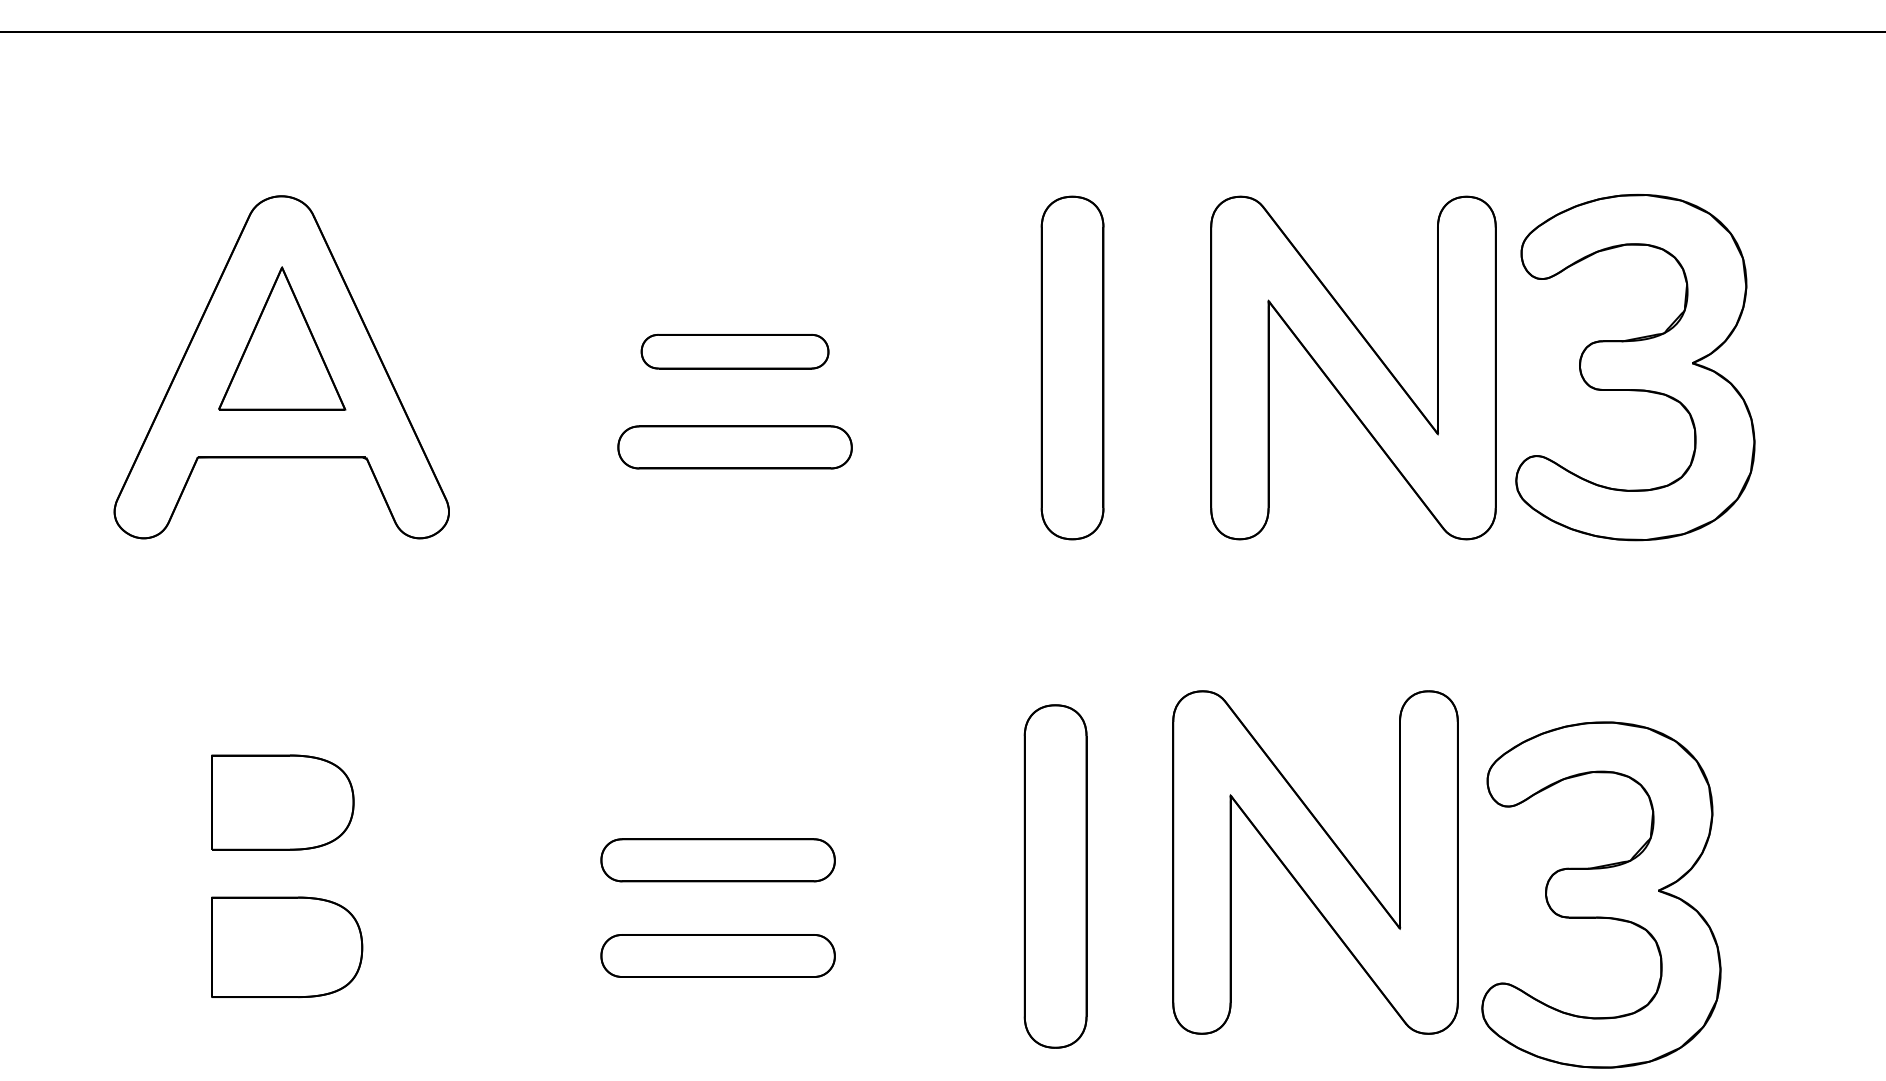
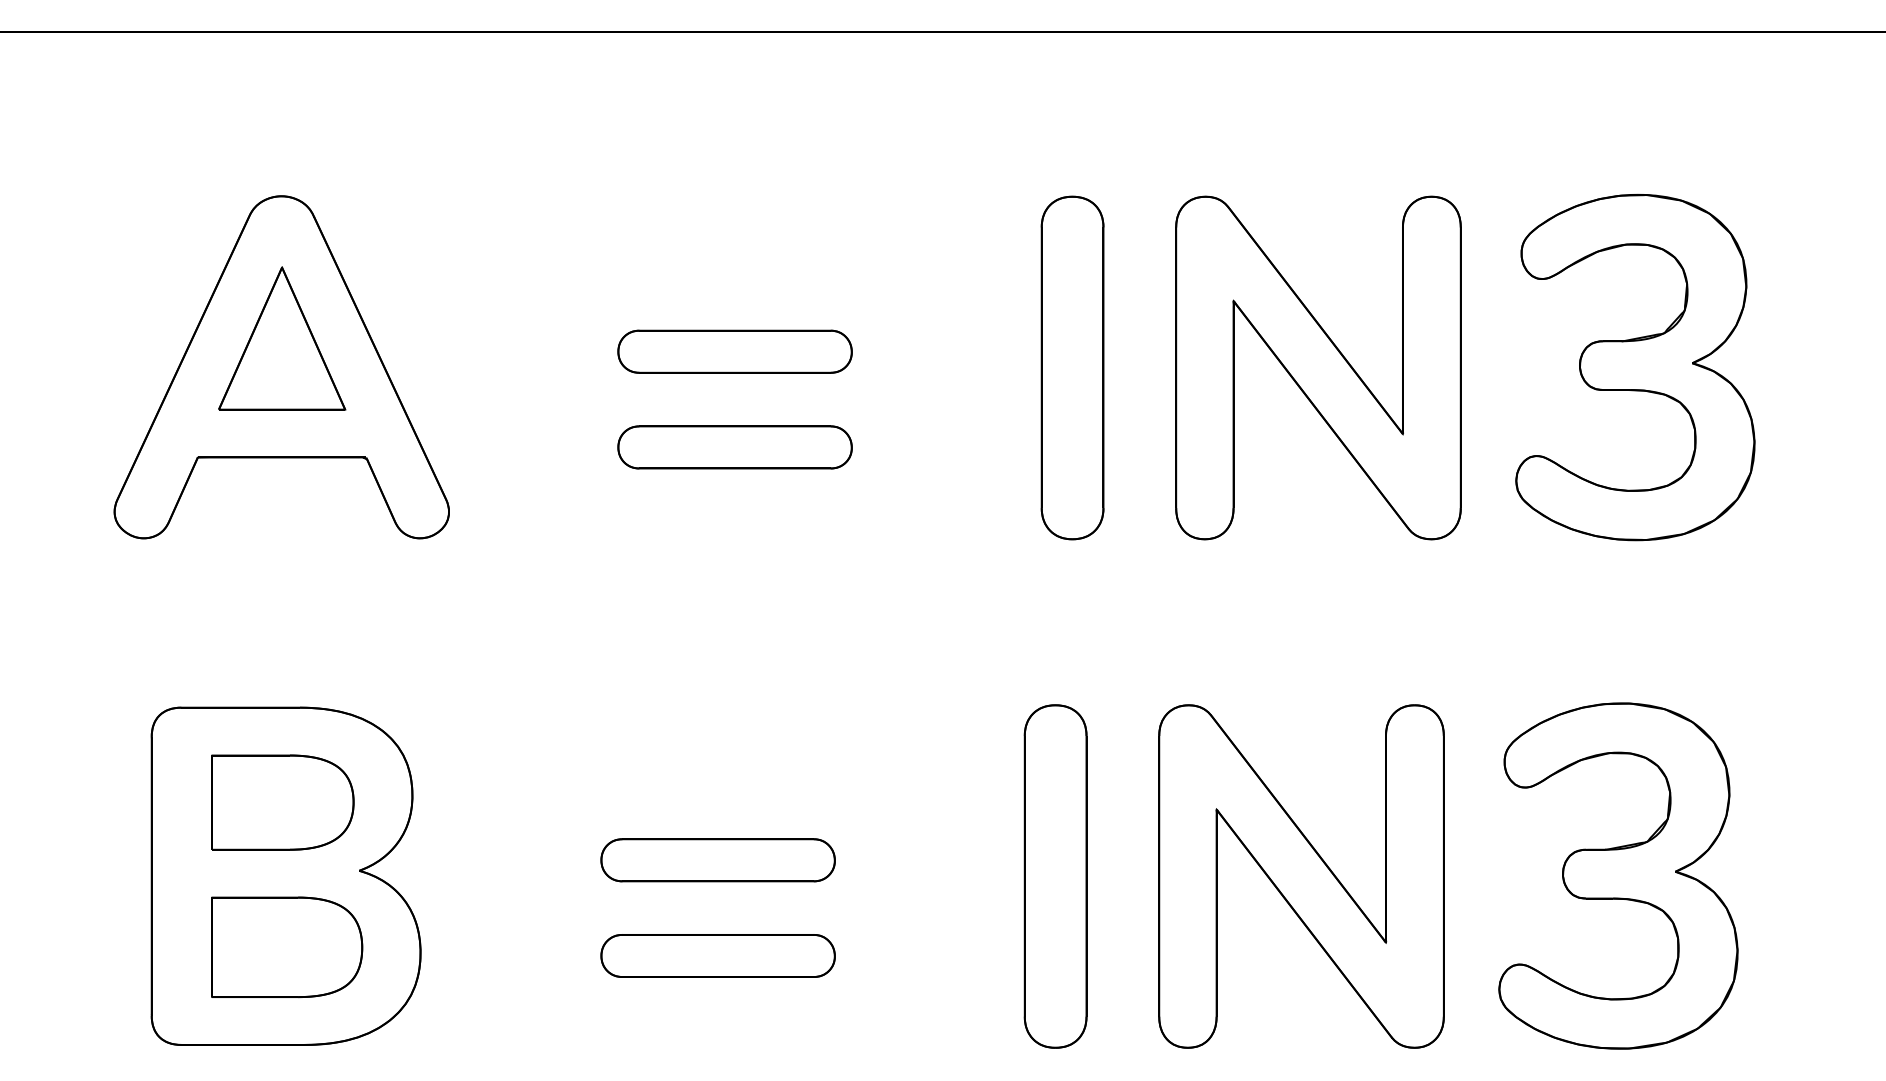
part at (734, 351) size: 190x36 px -> 236x45 px
part at (1353, 367) position: (1353, 367) -> (1318, 367)
part at (1315, 862) position: (1315, 862) -> (1301, 876)
part at (285, 875): none -> present
part at (1601, 894) position: (1601, 894) -> (1618, 875)
